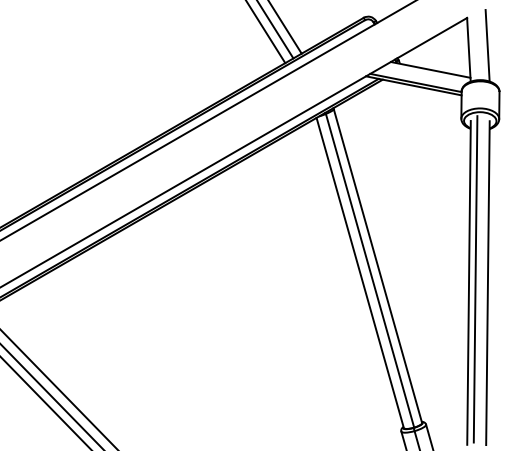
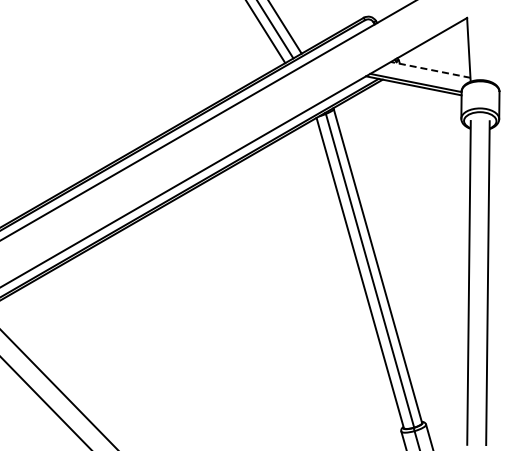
line at (487, 45): present -> none
line at (430, 69): solid -> dashed
line at (475, 279): present -> none
line at (51, 396): present -> none
